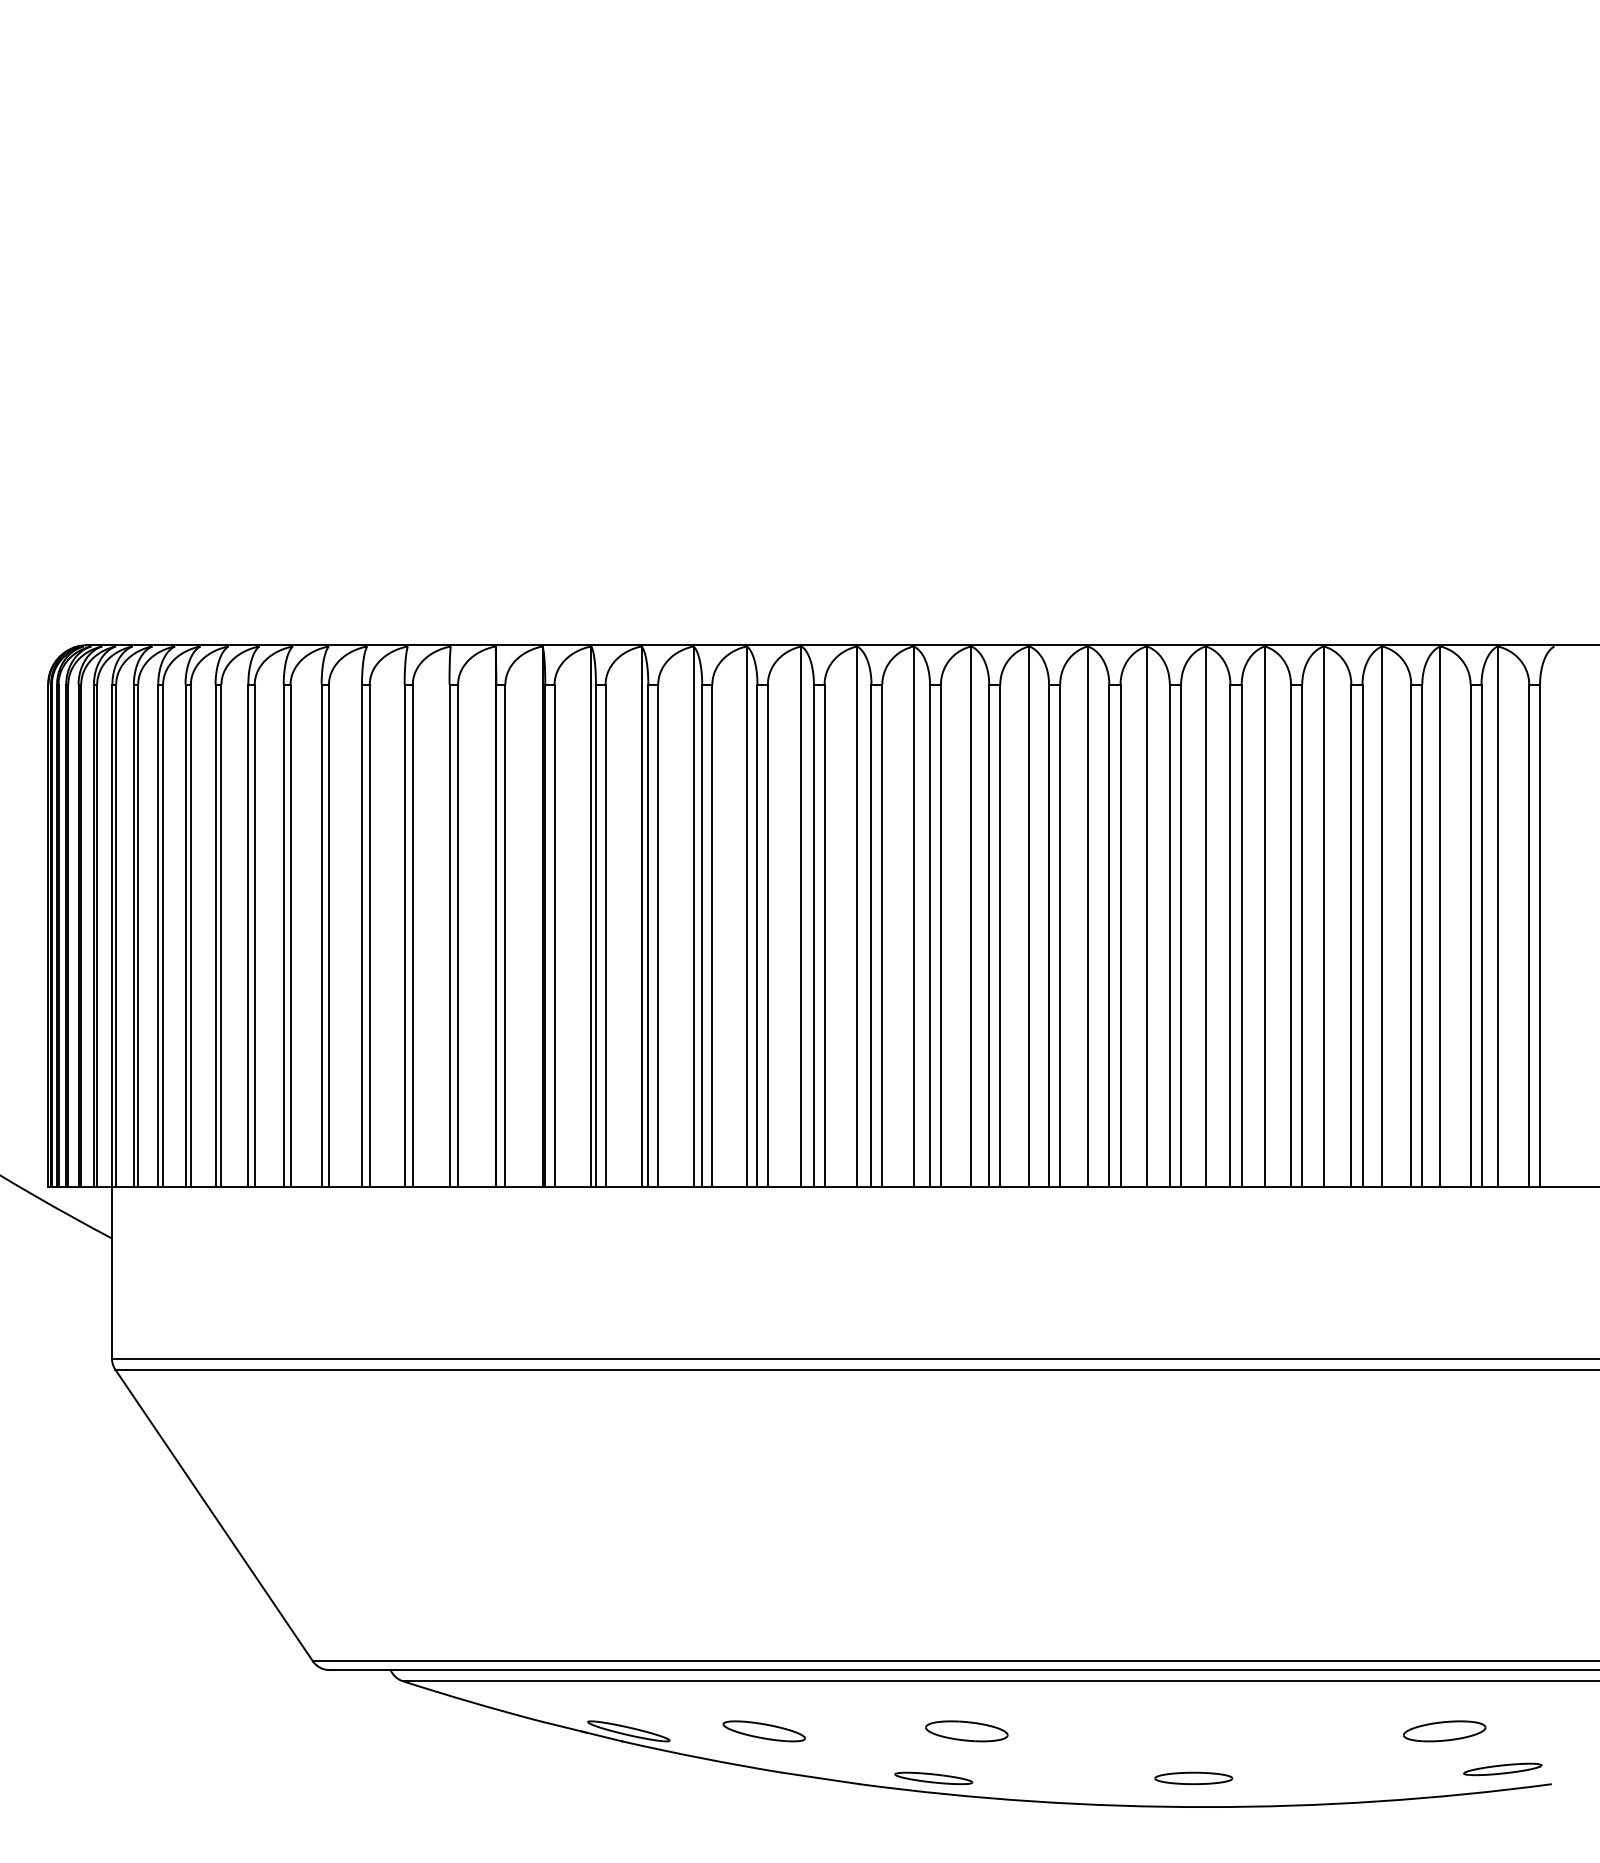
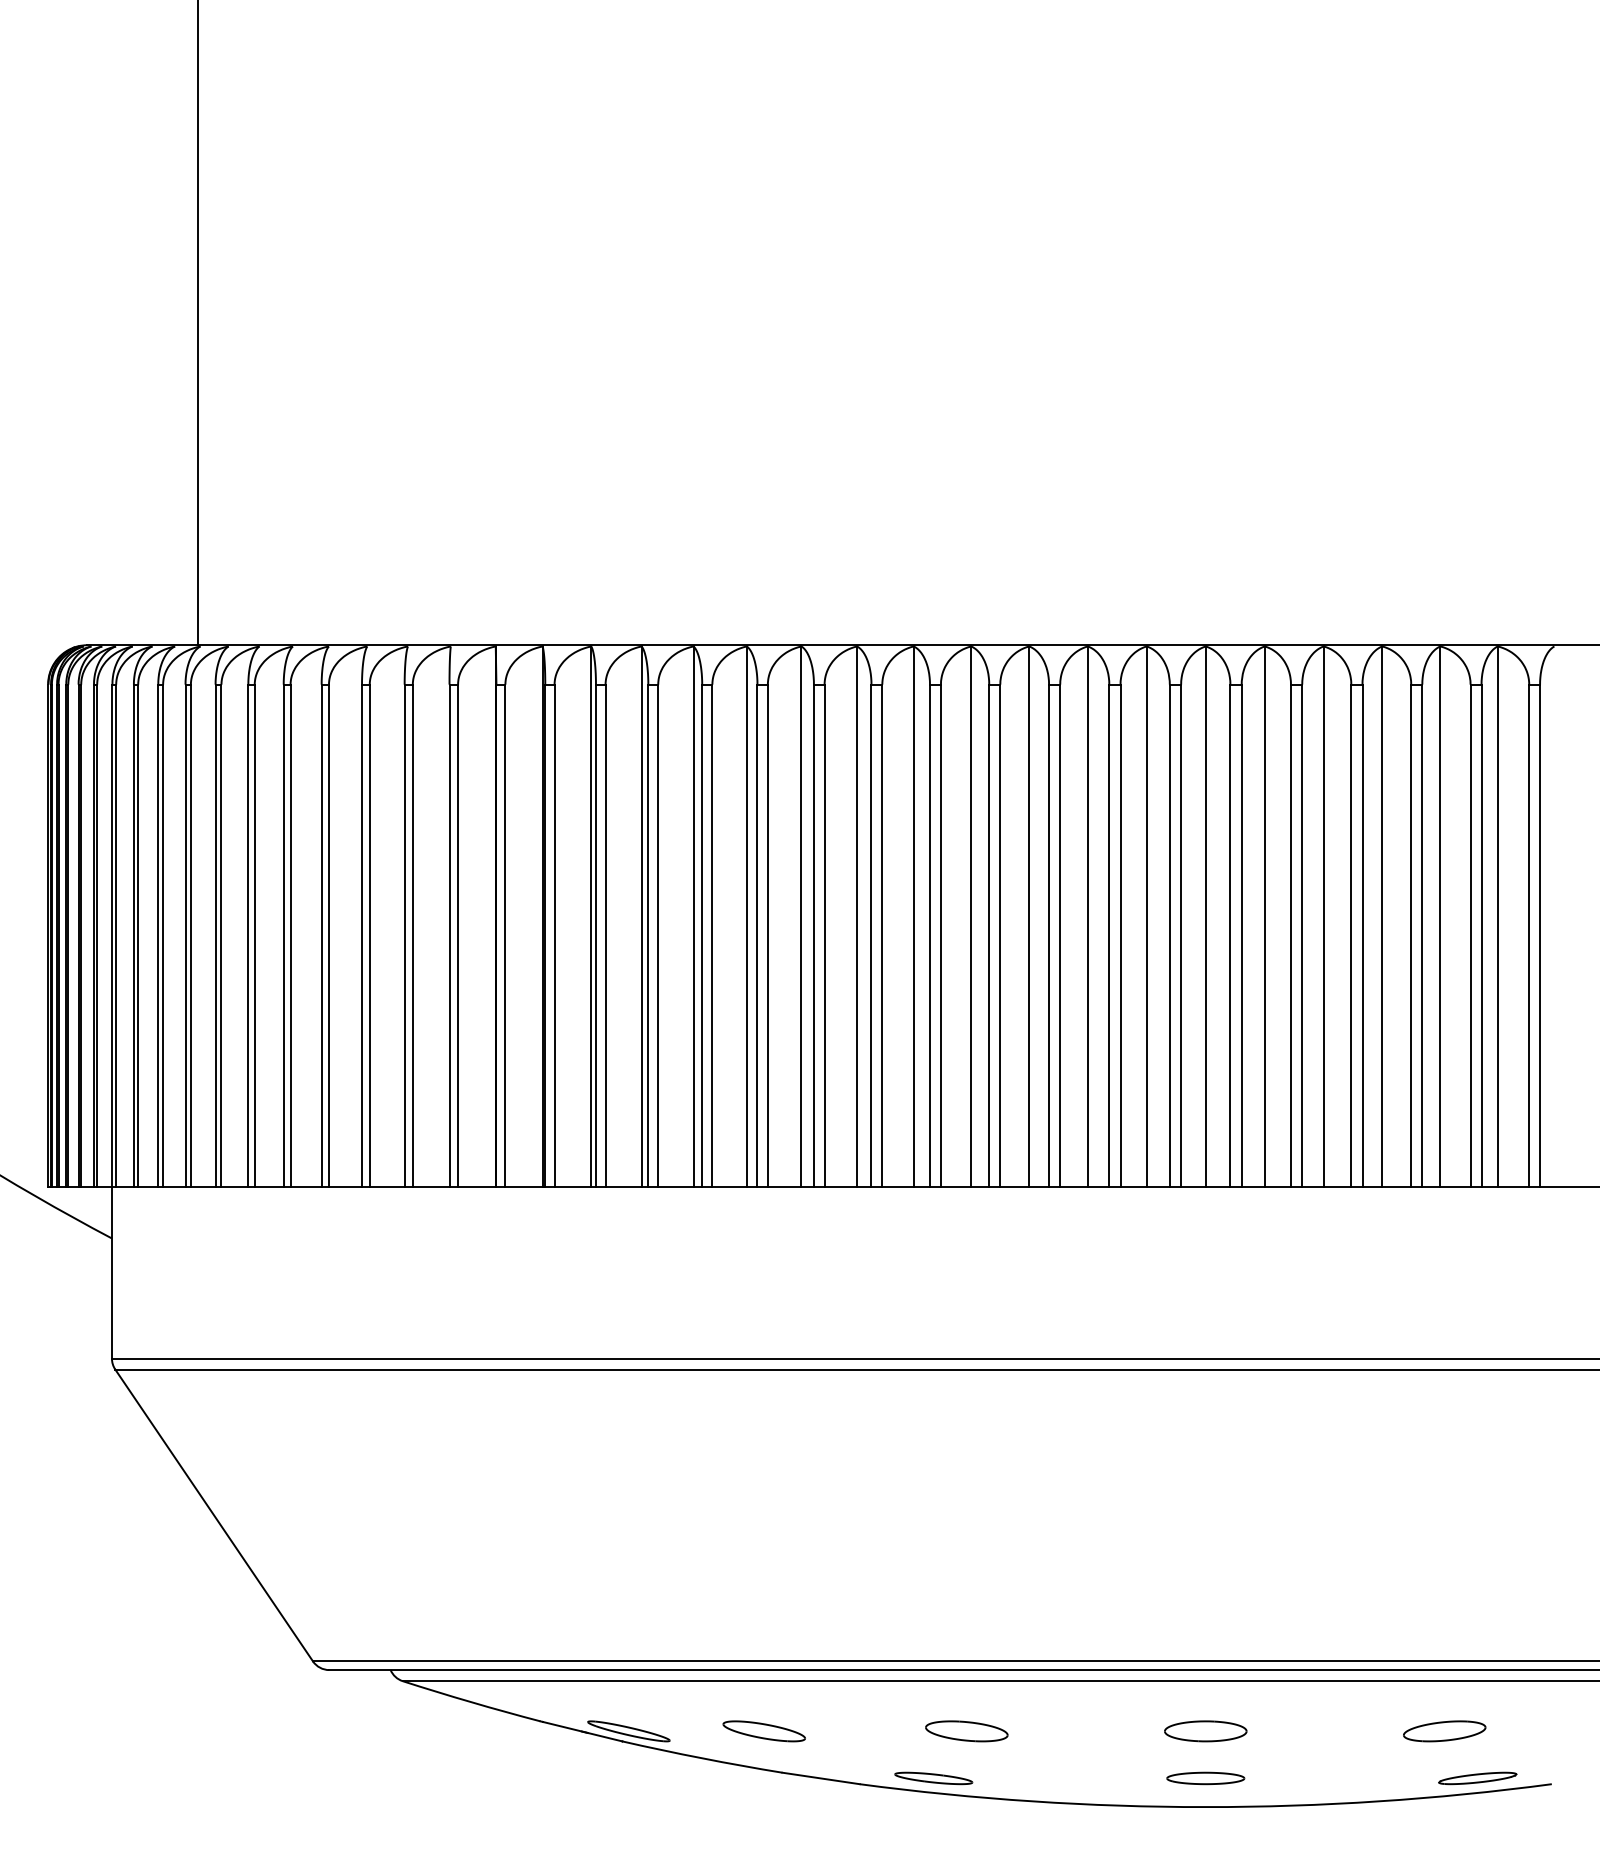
line at (197, 323): none -> present
part at (1205, 1731): none -> present
part at (1502, 1769) position: (1502, 1769) -> (1477, 1778)
part at (1193, 1778) position: (1193, 1778) -> (1205, 1778)
